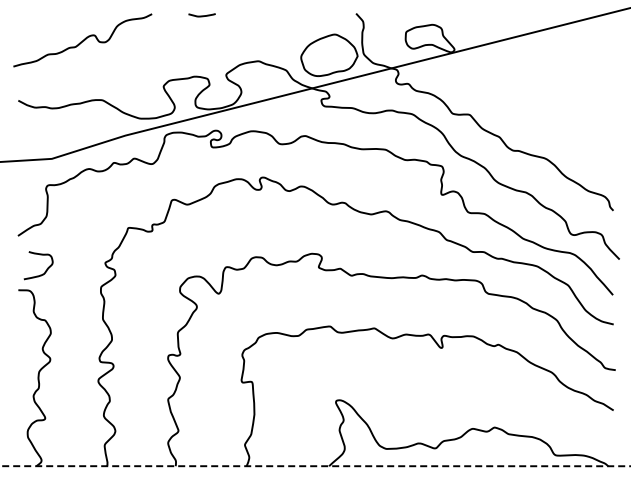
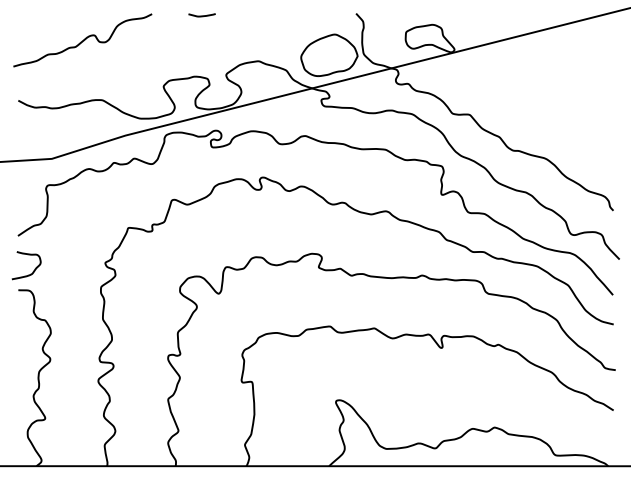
curve at (44, 271) position: (44, 271) -> (32, 271)
line at (315, 466): dashed -> solid
